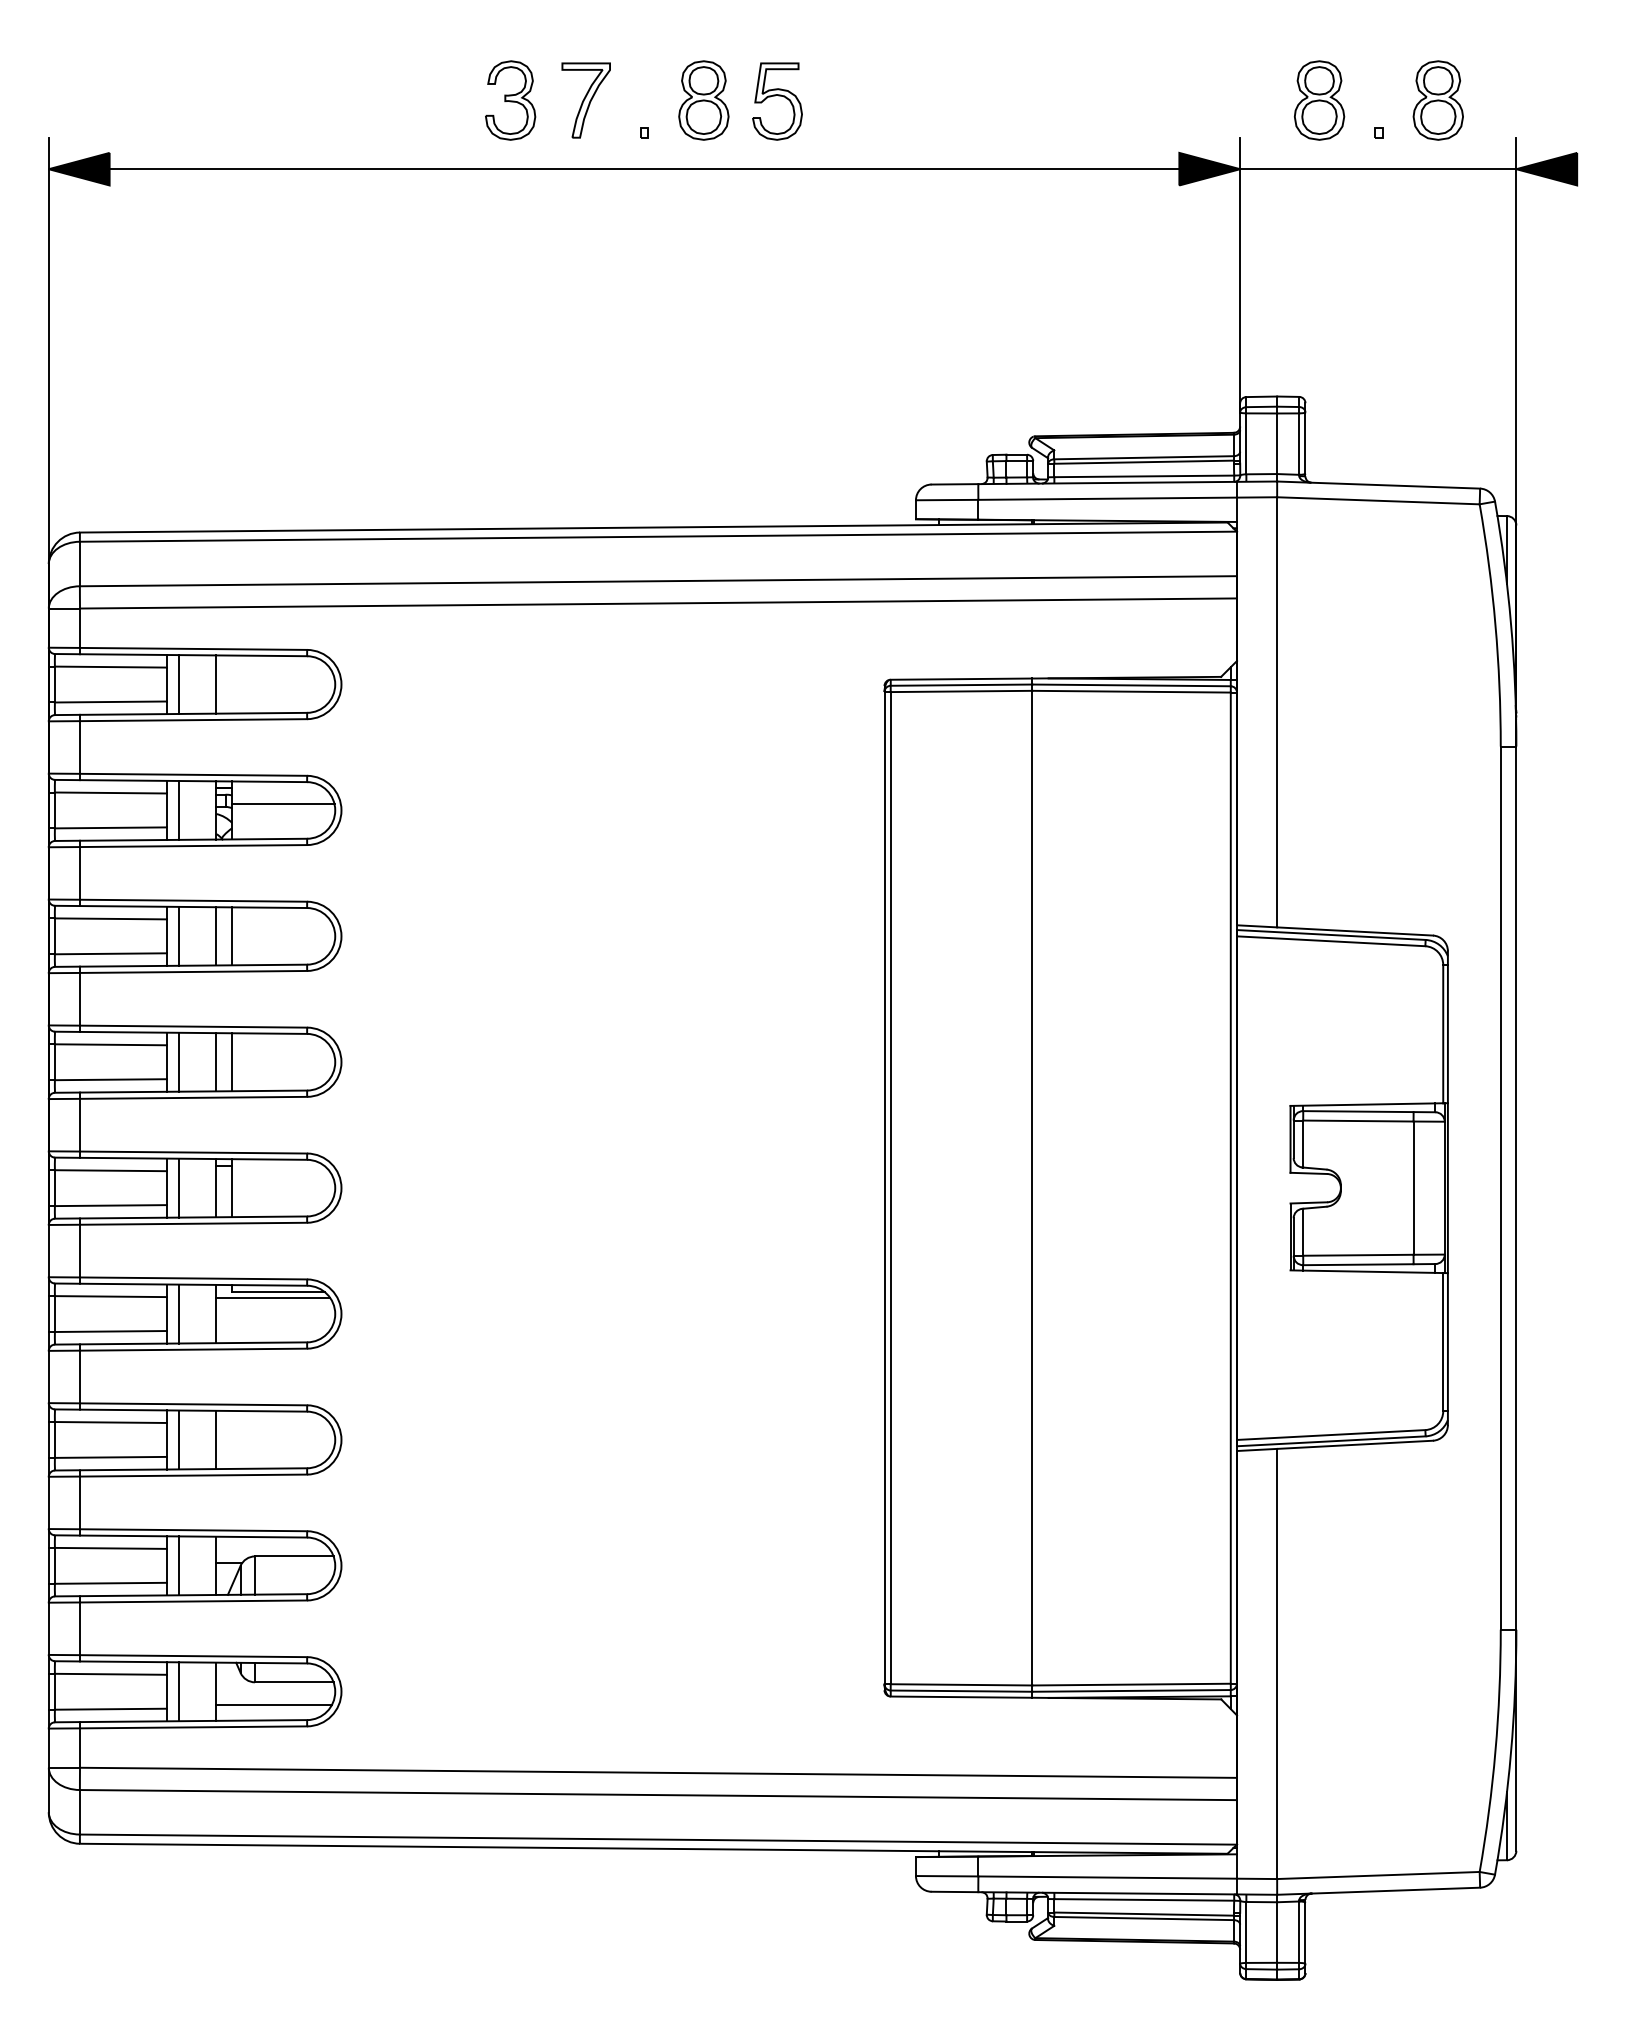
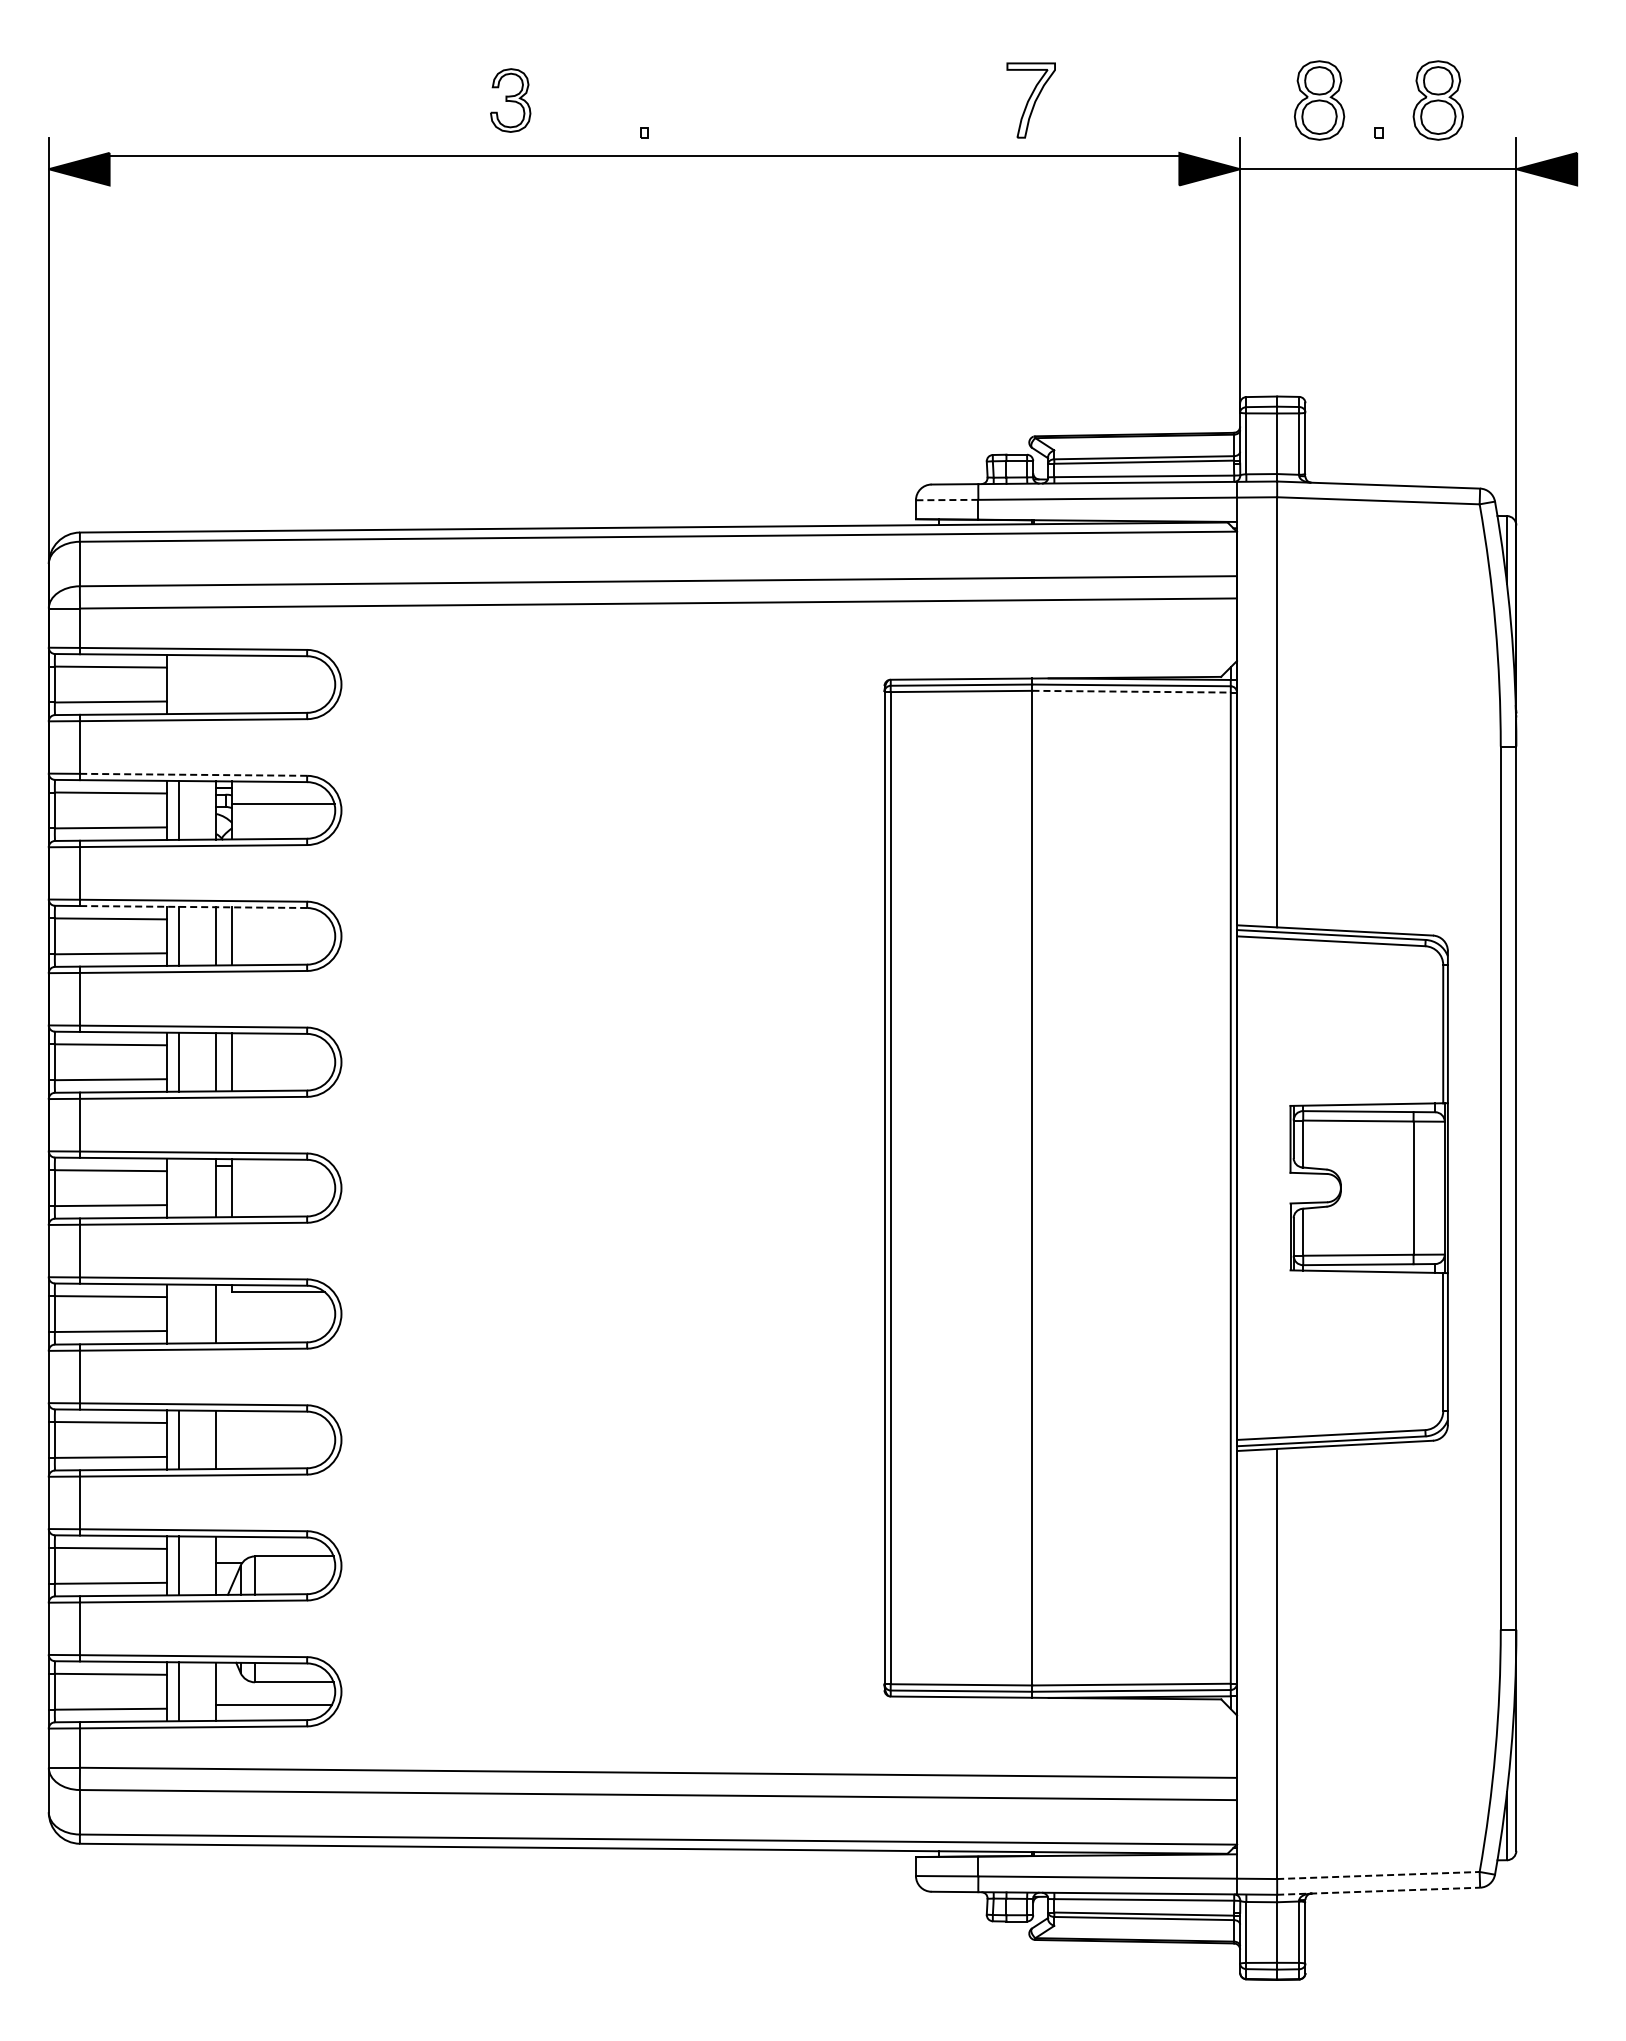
part at (510, 100) size: 52x81 px -> 42x65 px
part at (585, 100) position: (585, 100) -> (1030, 100)
part at (703, 100): present -> none
part at (777, 101): present -> none
line at (644, 169) position: (644, 169) -> (644, 156)
line at (946, 500): solid -> dashed
line at (178, 684): present -> none
line at (216, 684): present -> none
line at (1132, 691): solid -> dashed
line at (193, 774): solid -> dashed
line at (193, 907): solid -> dashed
line at (178, 1187): present -> none
line at (273, 1298): present -> none
line at (178, 1313): present -> none
line at (1378, 1875): solid -> dashed
line at (1378, 1891): solid -> dashed
